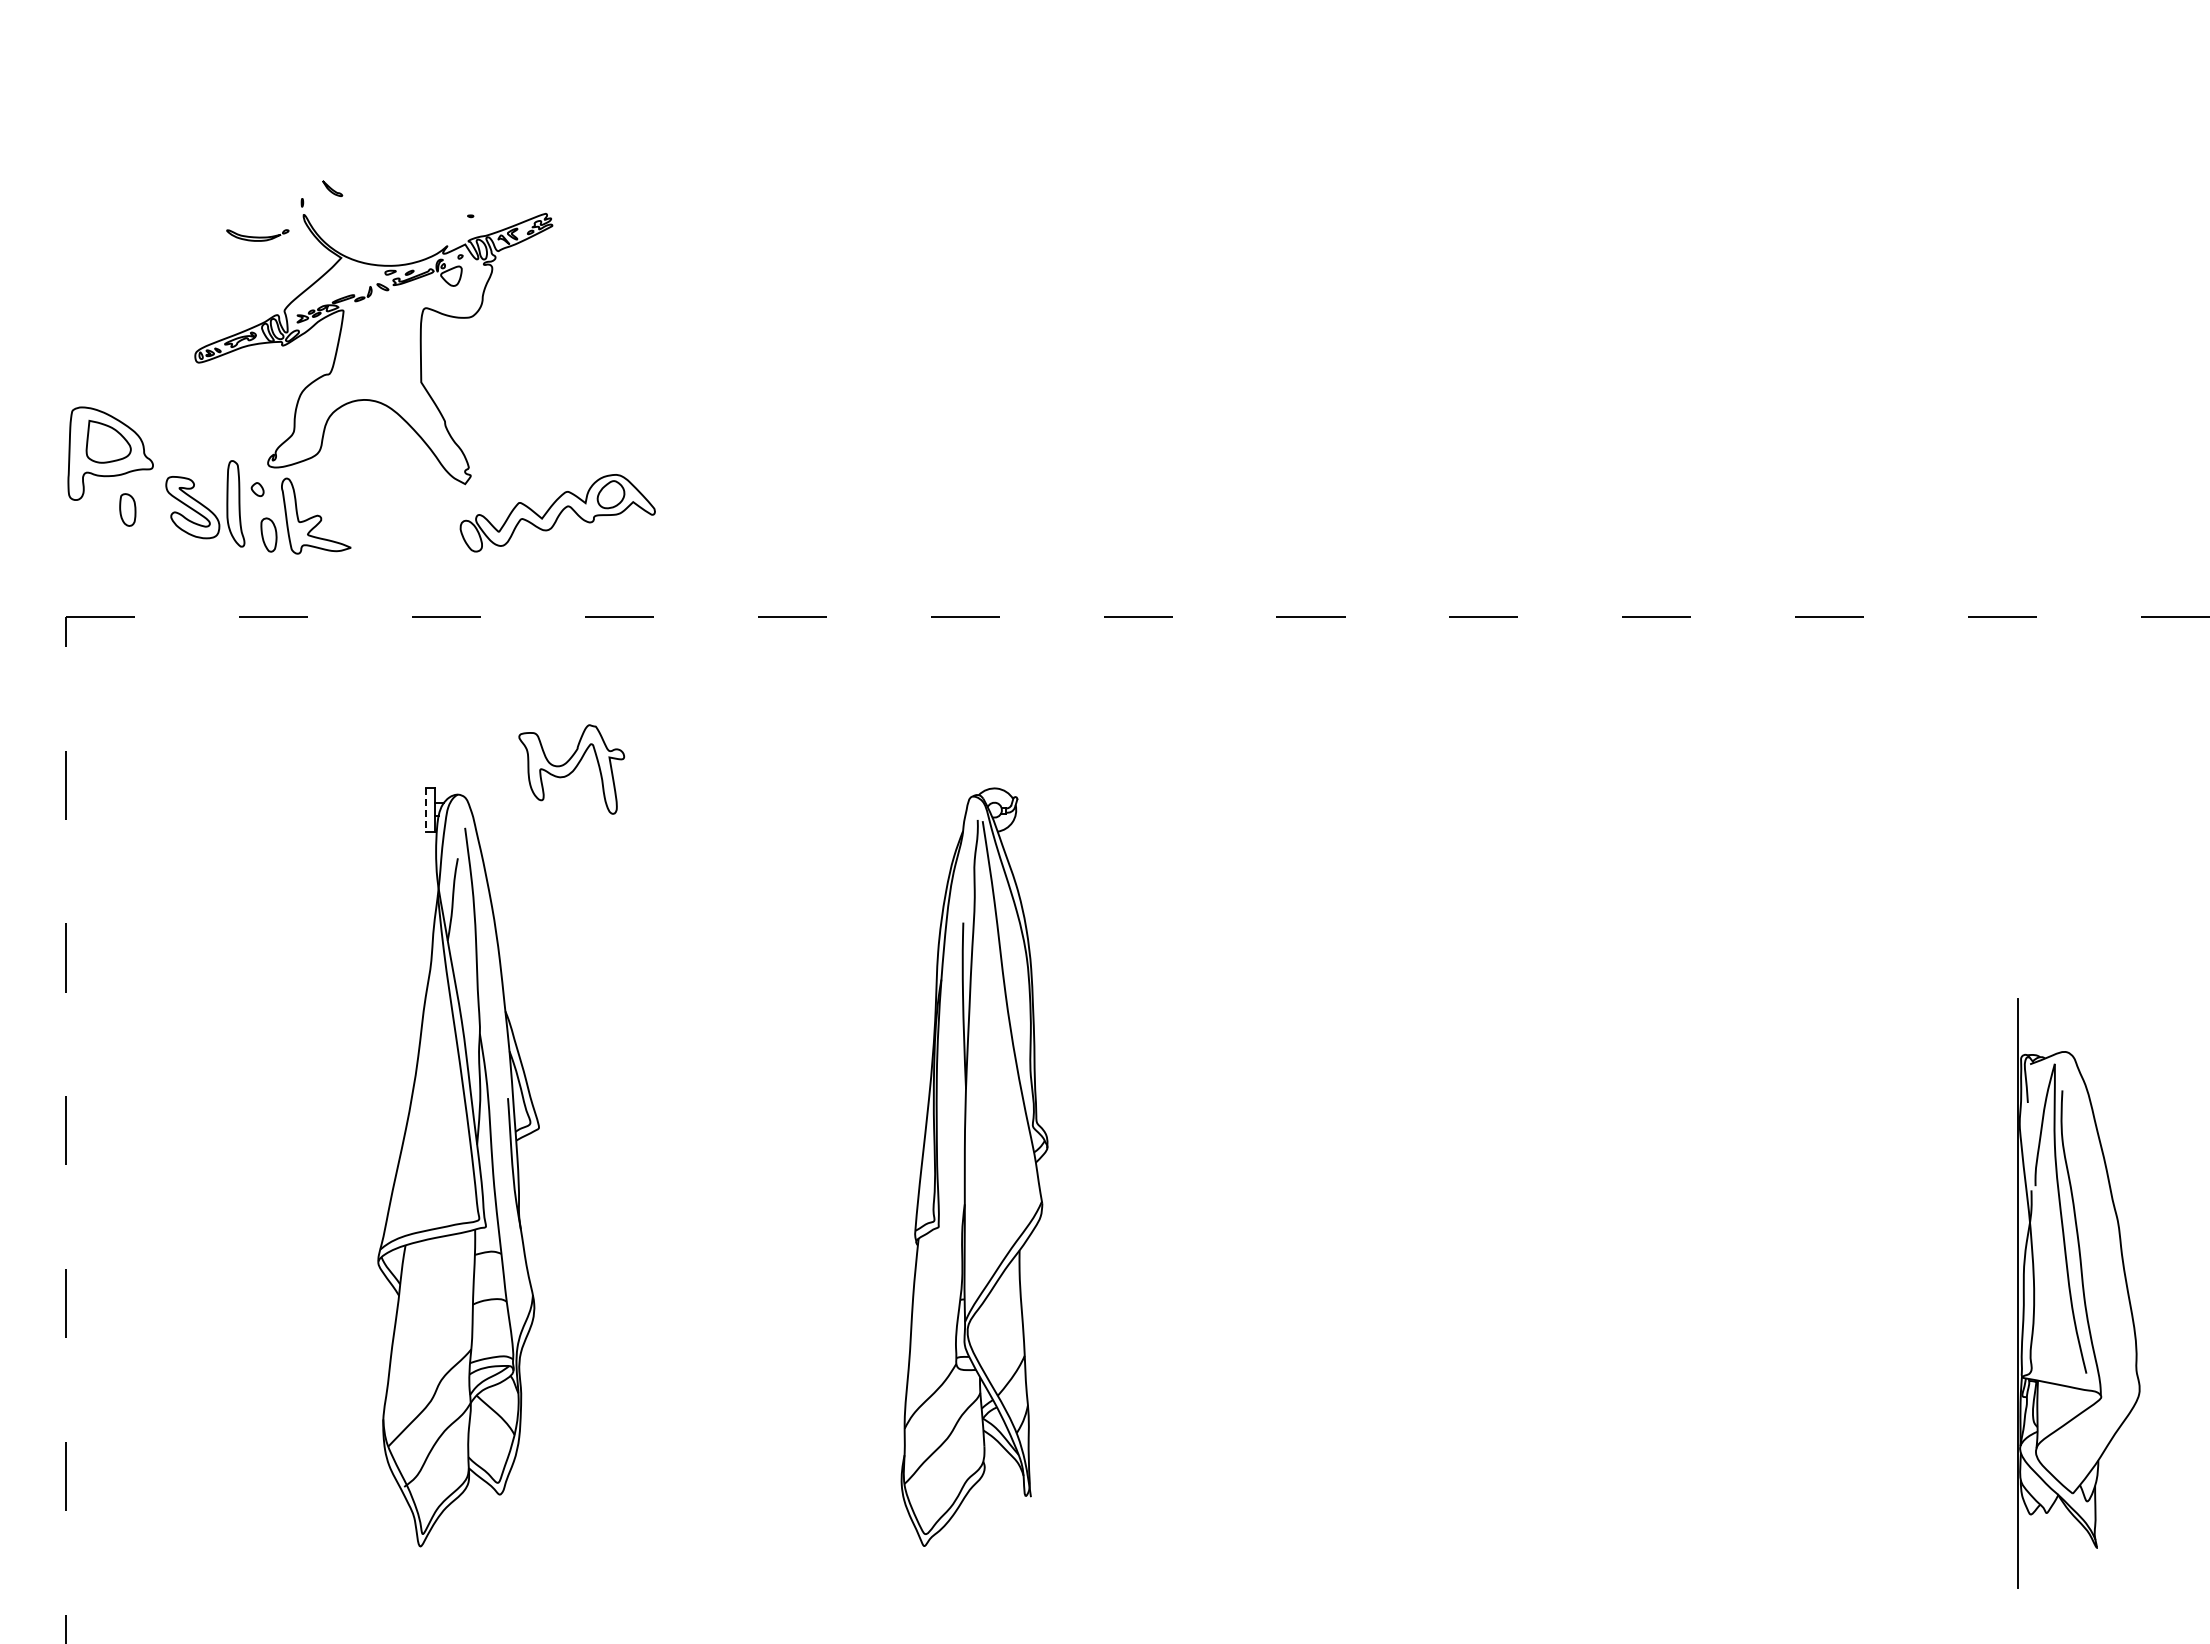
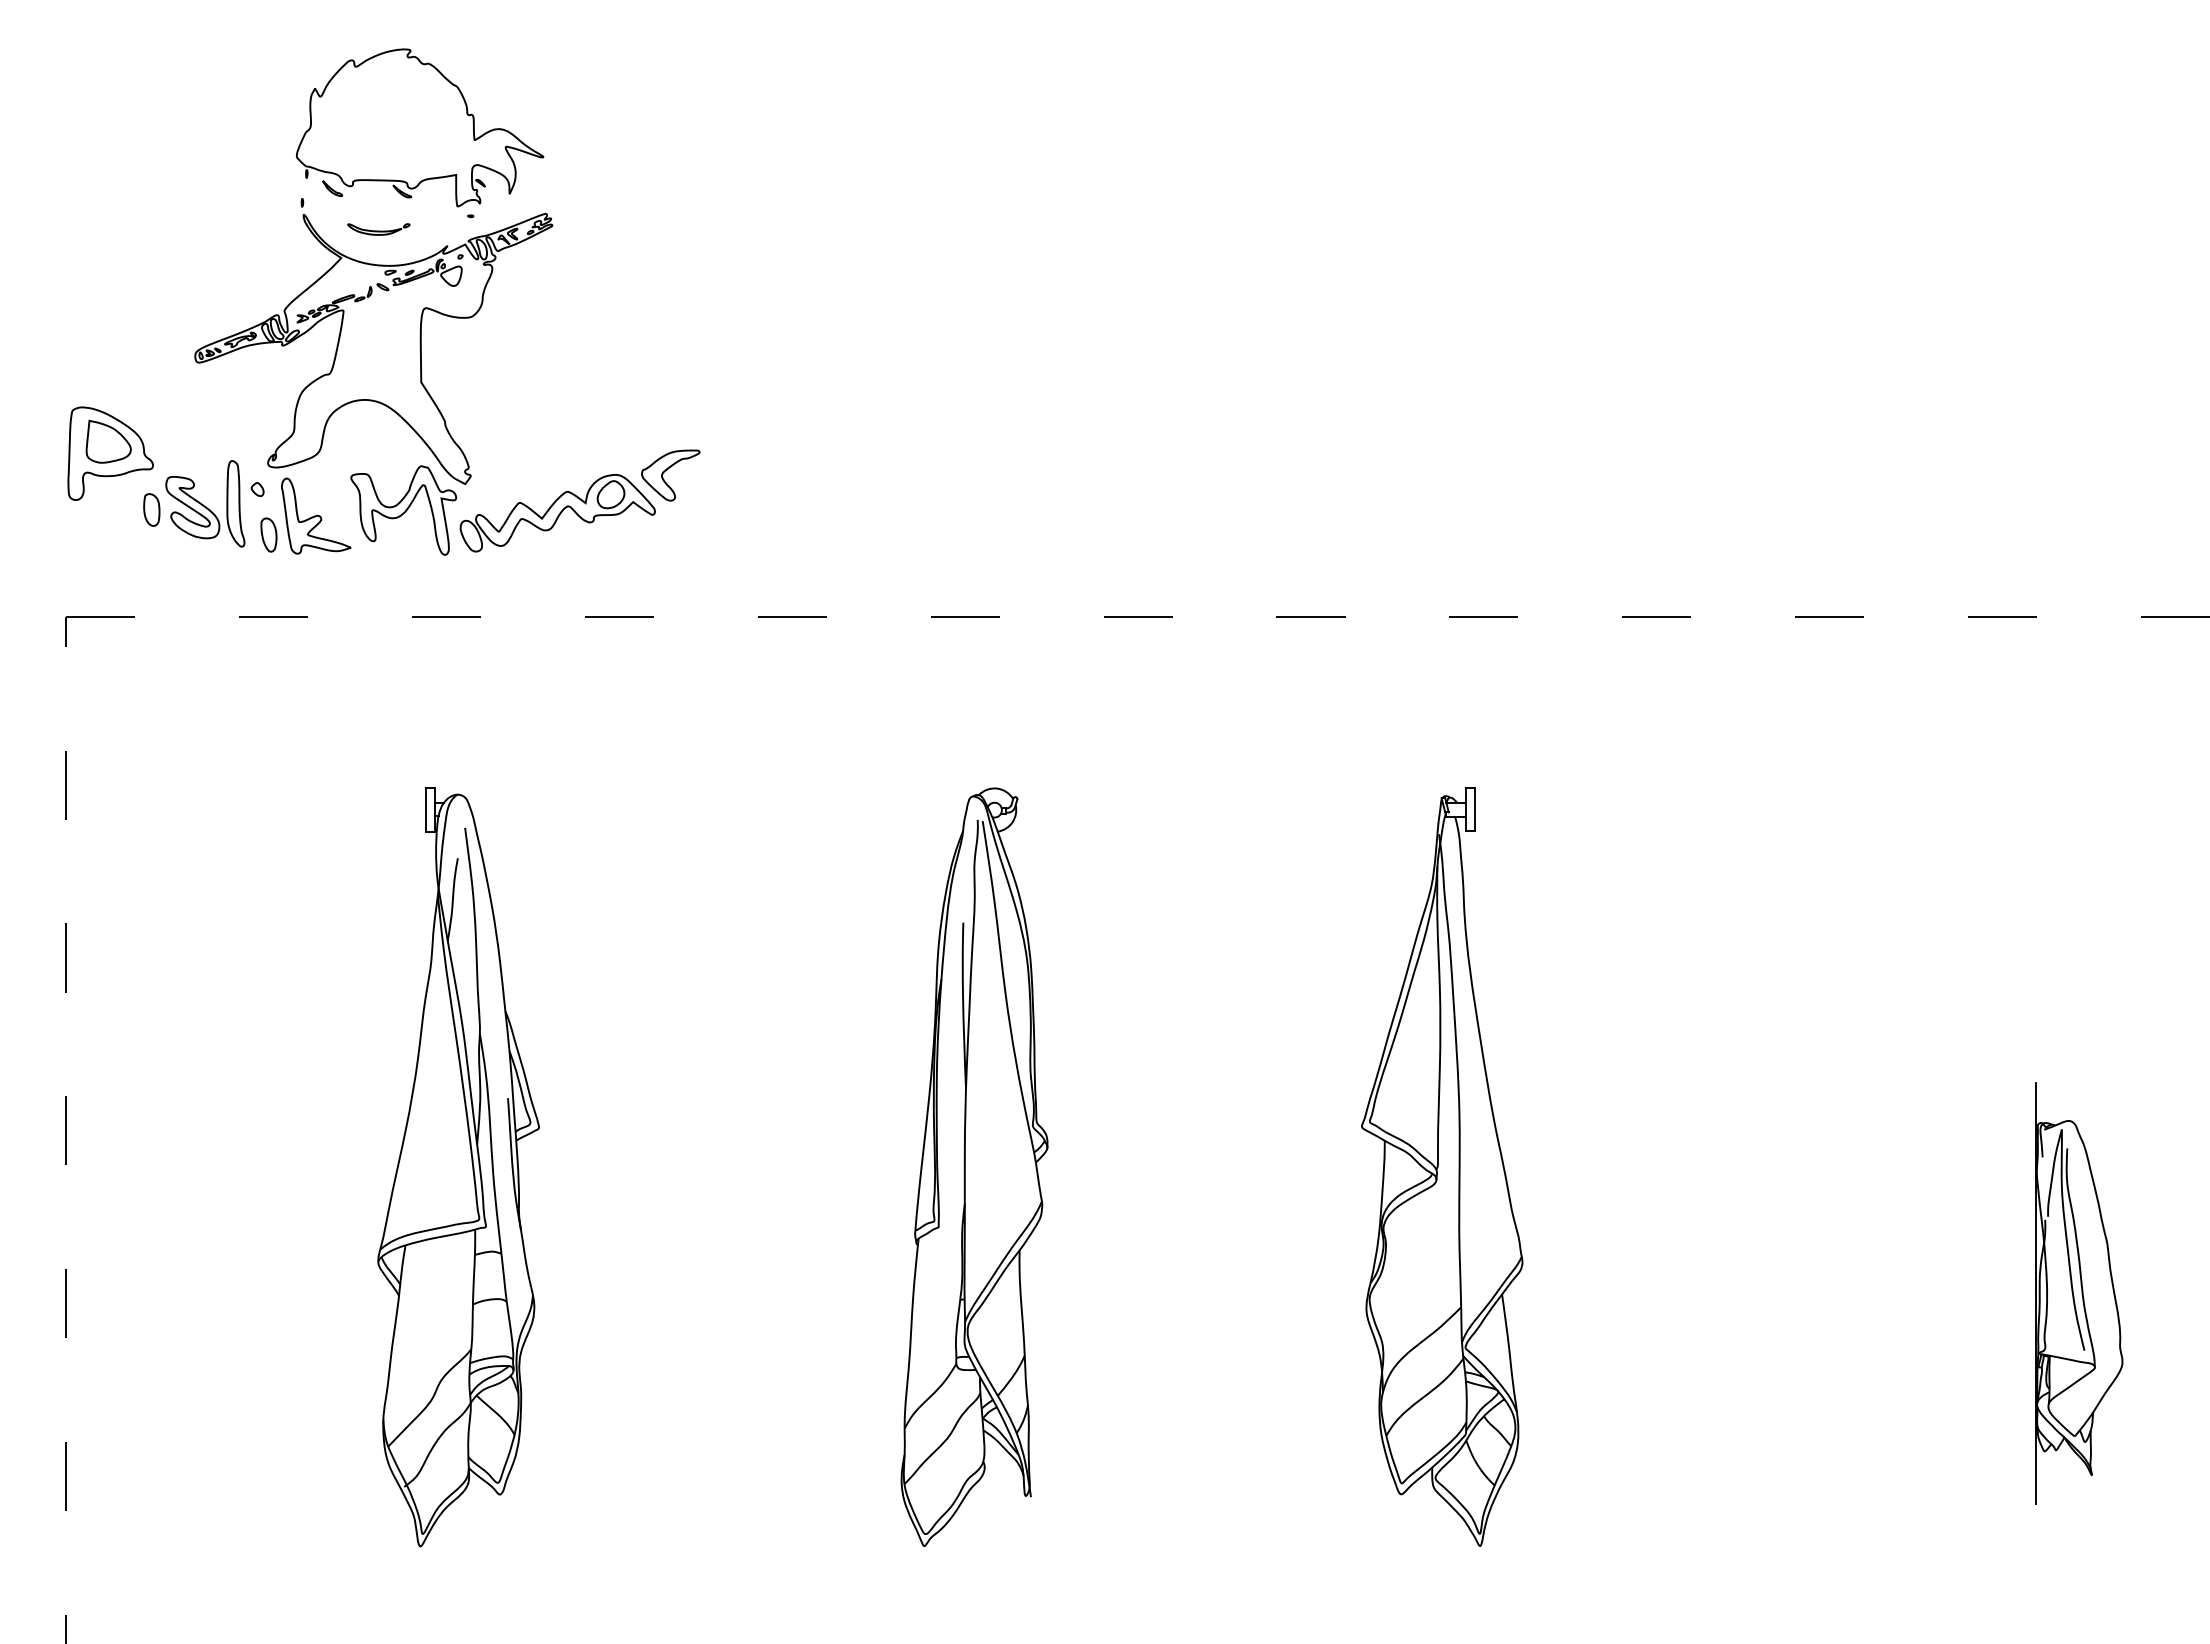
part at (420, 127): none -> present
part at (257, 235) position: (257, 235) -> (378, 229)
part at (670, 475): none -> present
part at (127, 509) position: (127, 509) -> (151, 509)
part at (571, 769) position: (571, 769) -> (403, 510)
line at (426, 810): dashed -> solid
part at (1442, 1166): none -> present
part at (2078, 1293) size: 124x591 px -> 89x423 px
